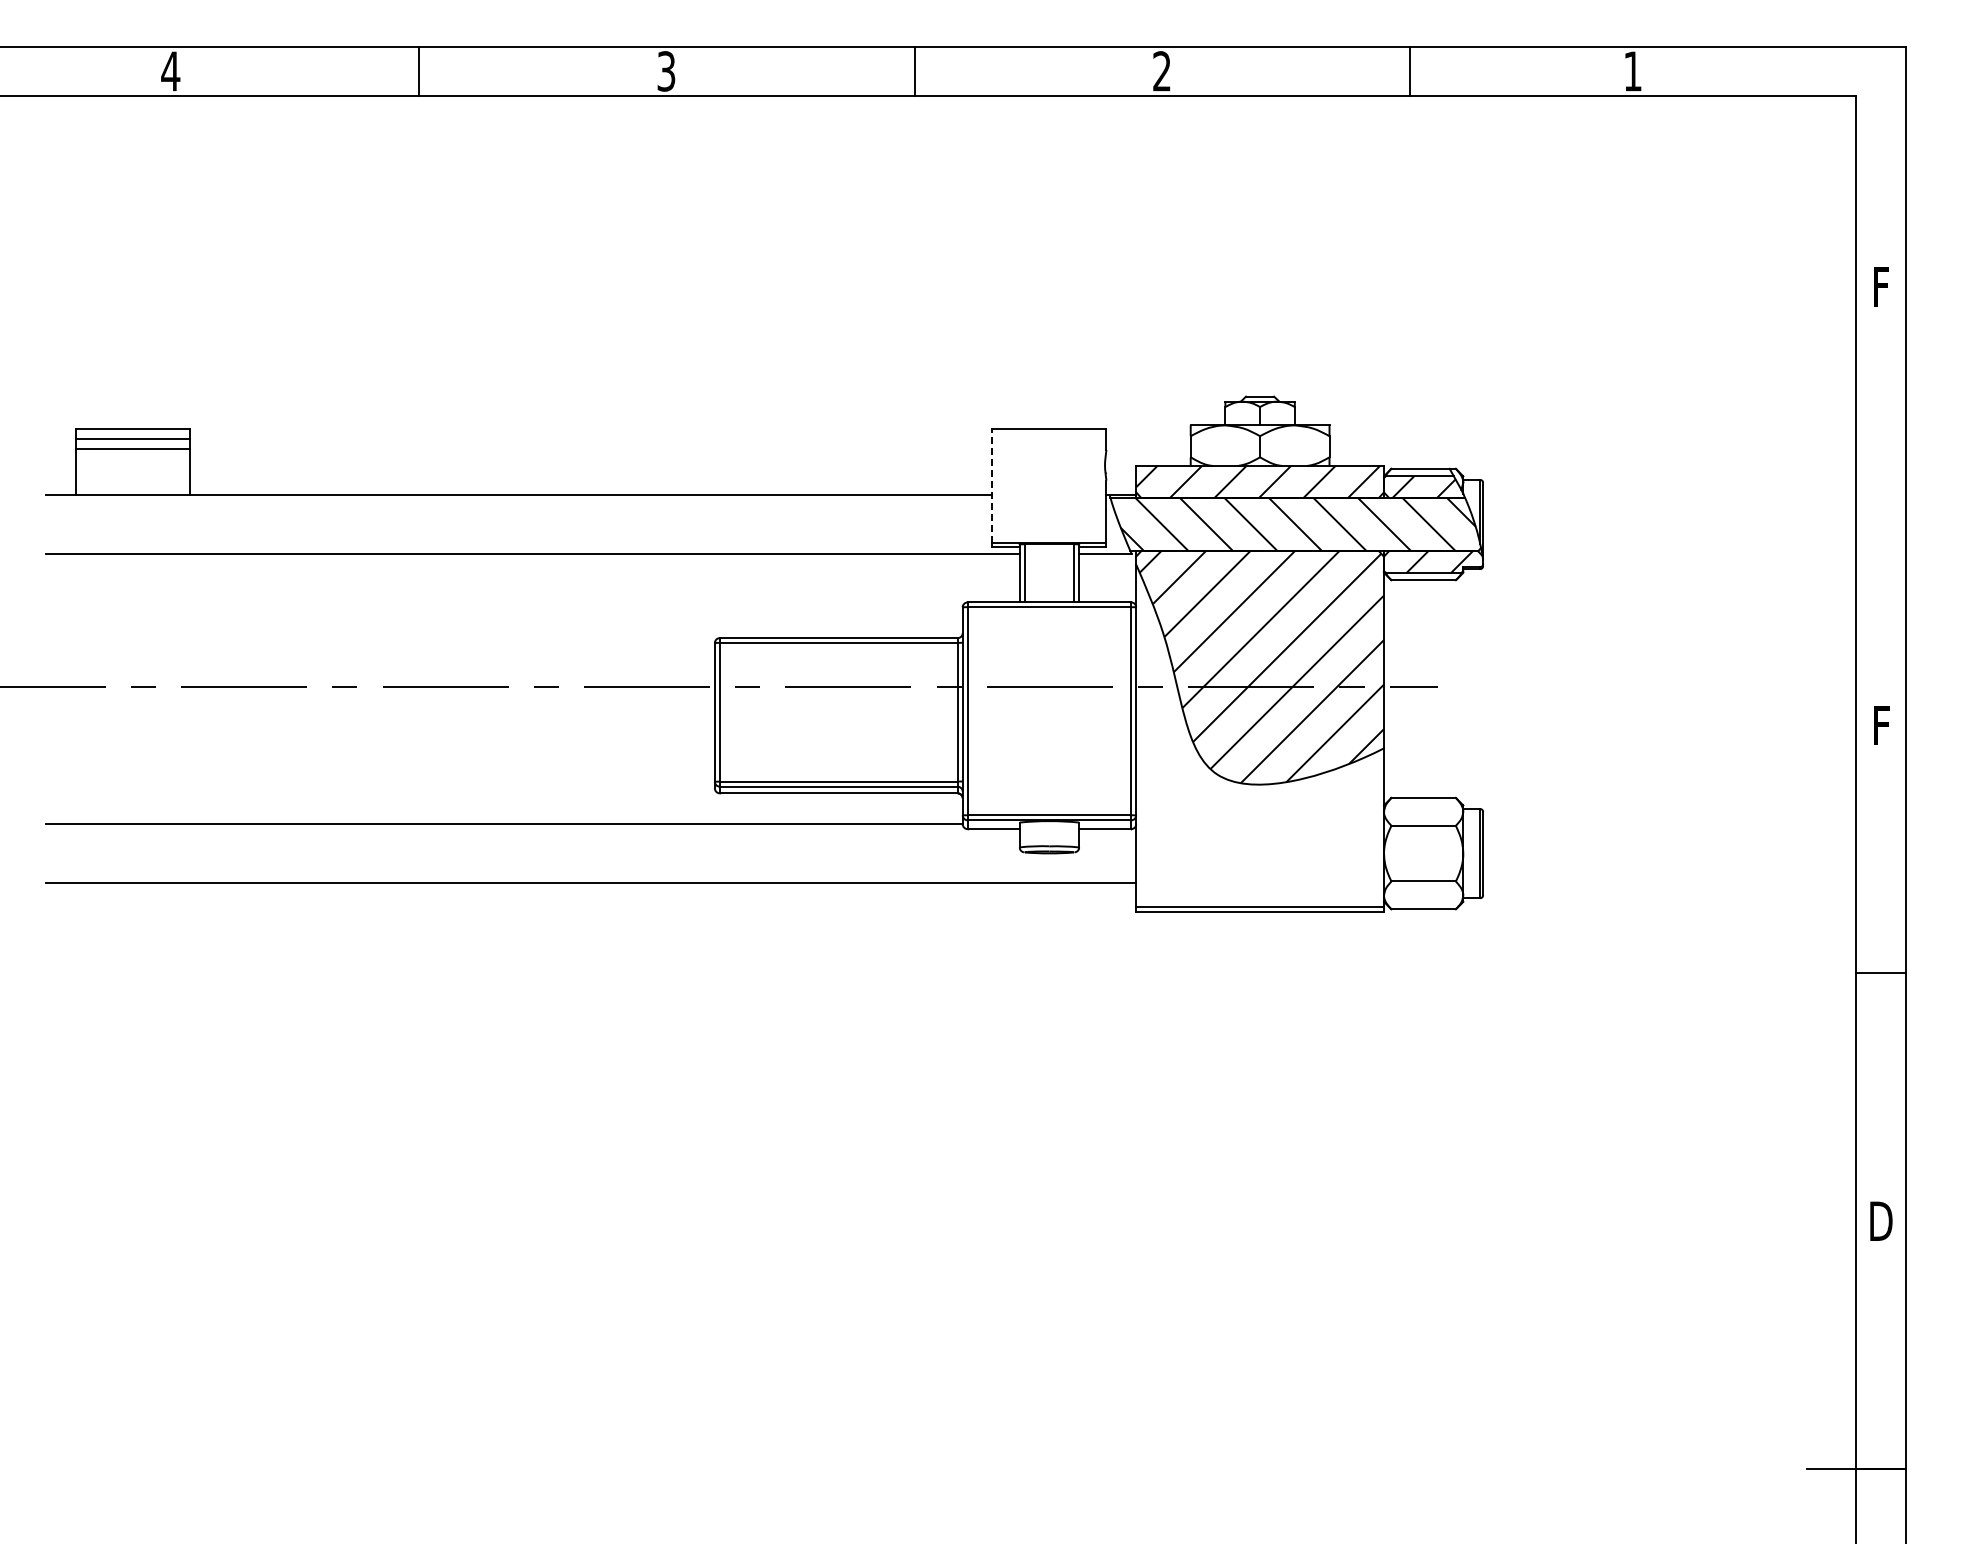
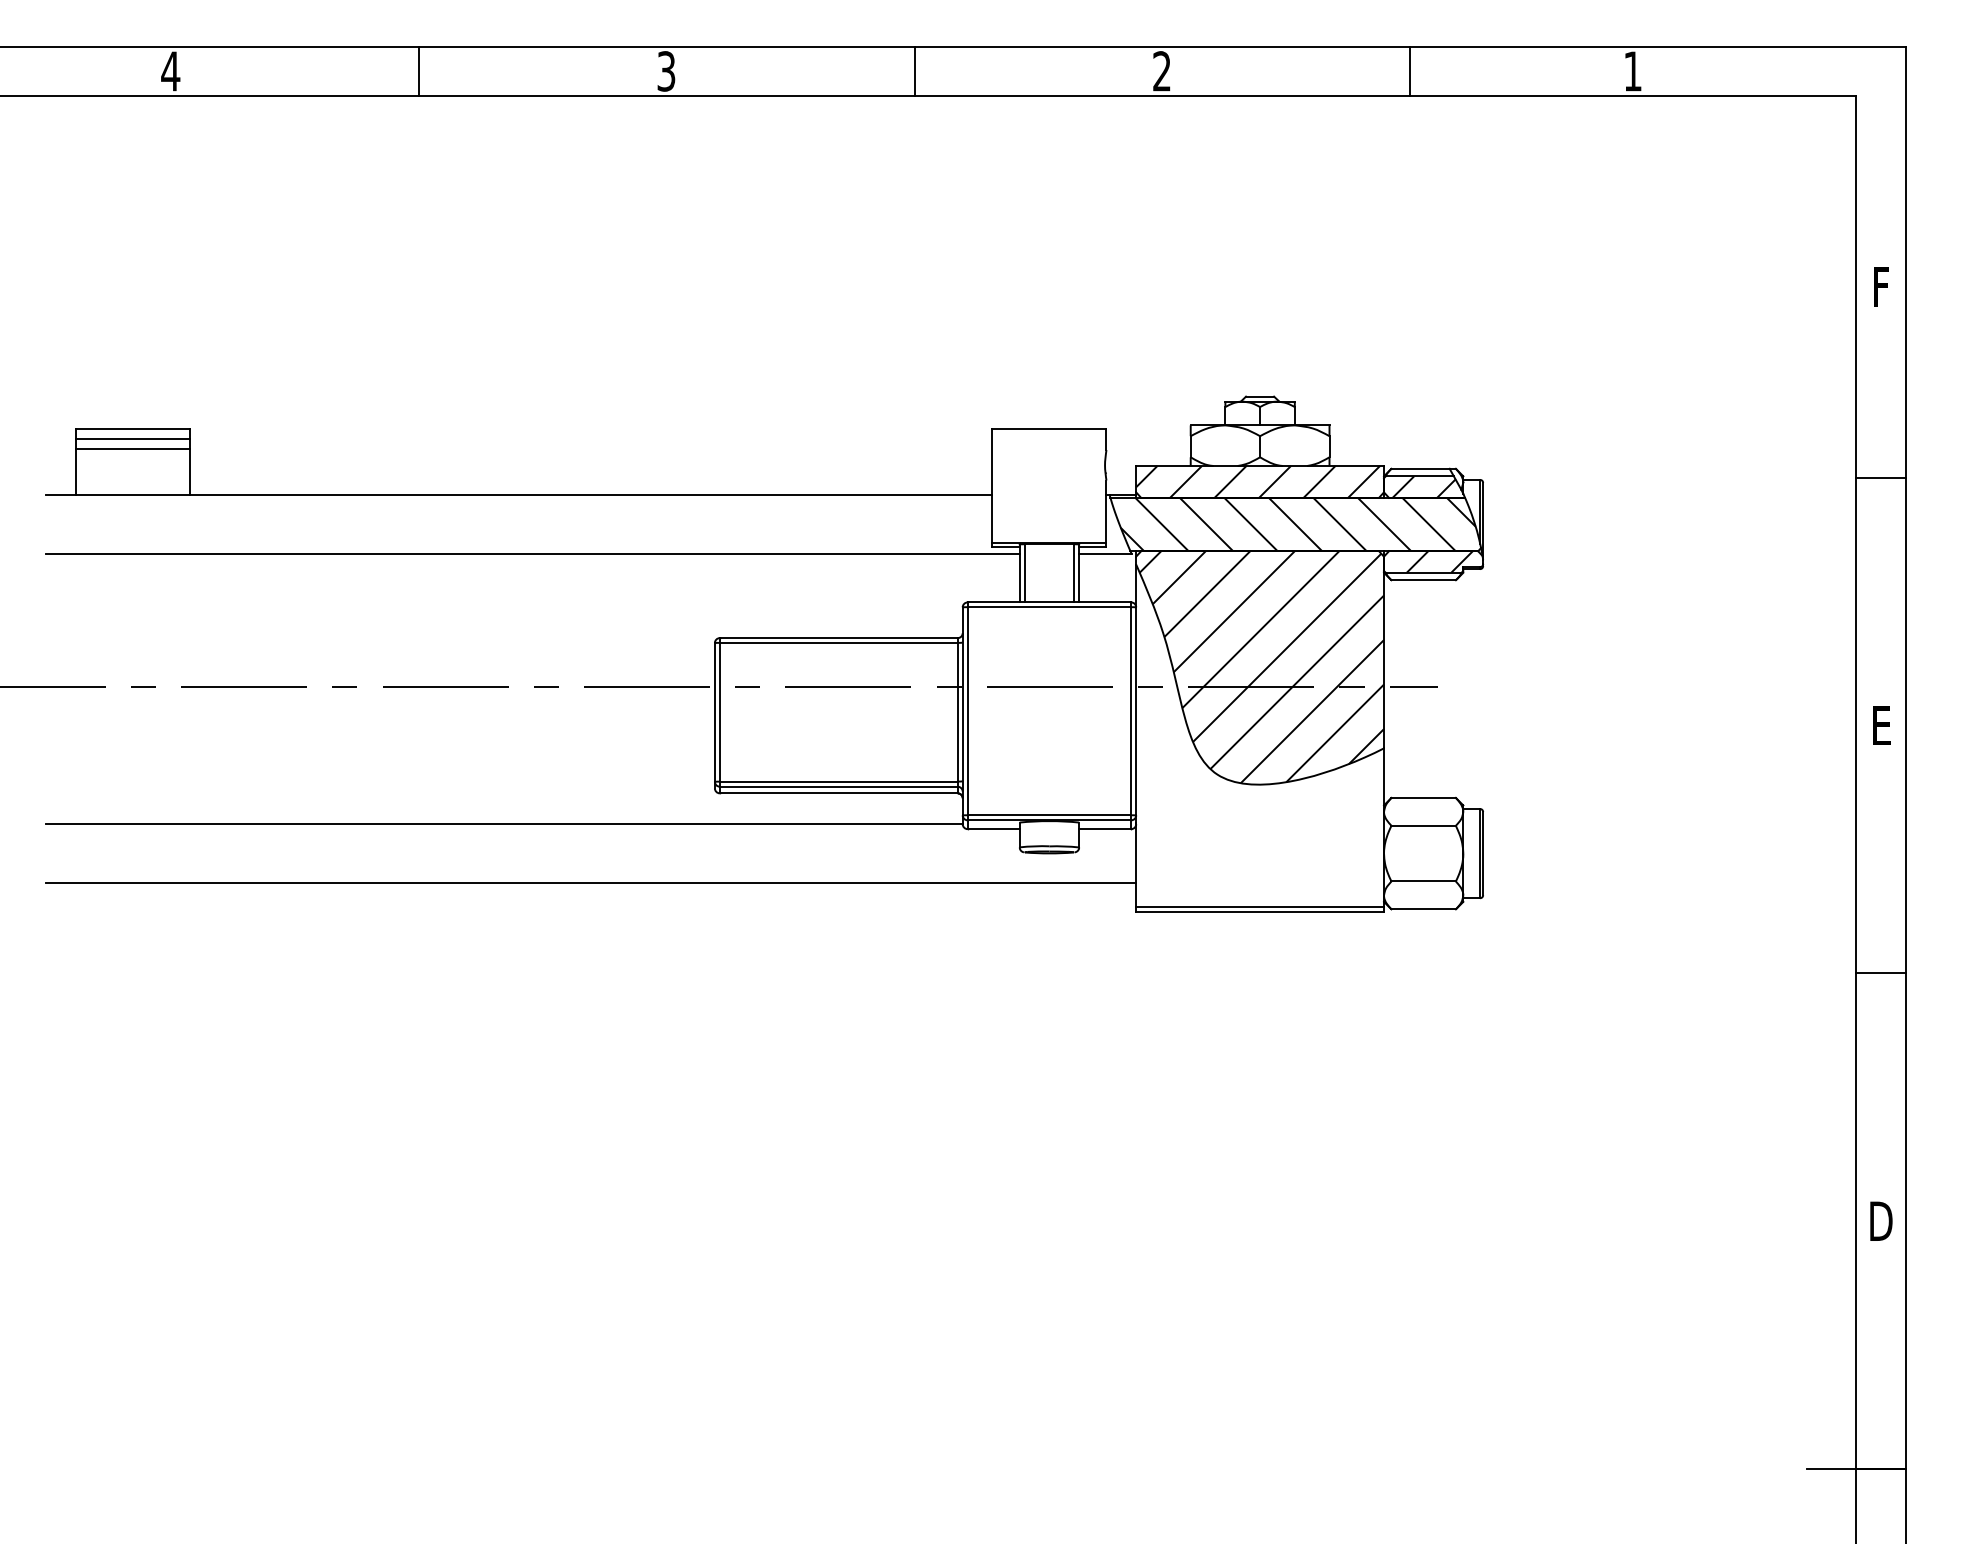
line at (1881, 477): none -> present
line at (992, 486): dashed -> solid
text at (1881, 725): F -> E
